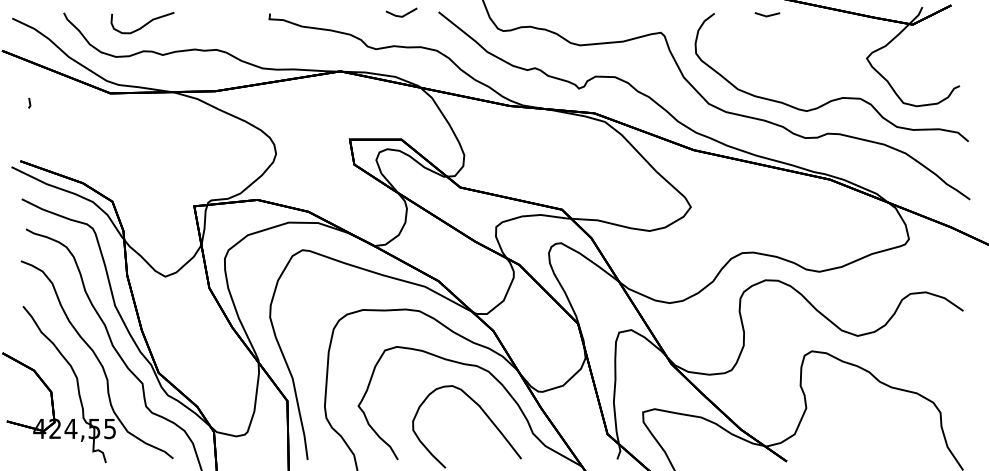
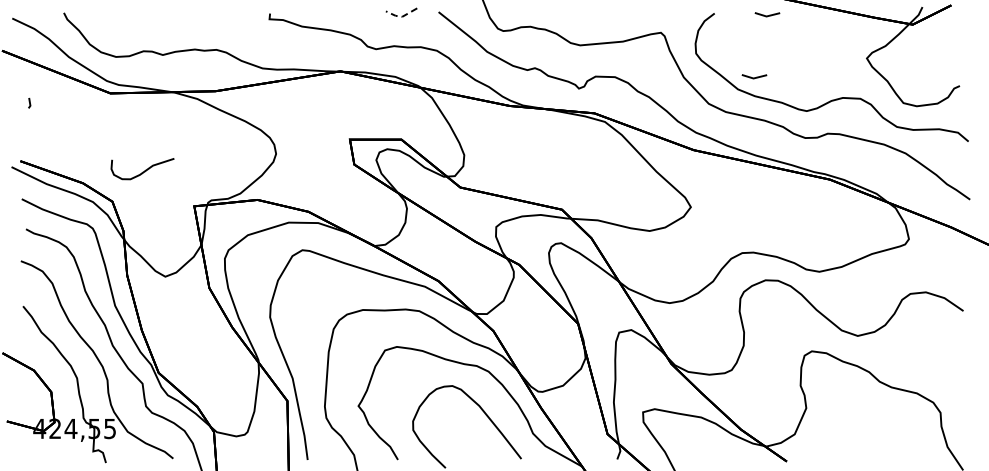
line at (402, 16): solid -> dashed
curve at (142, 25) position: (142, 25) -> (142, 171)
line at (754, 77): none -> present
